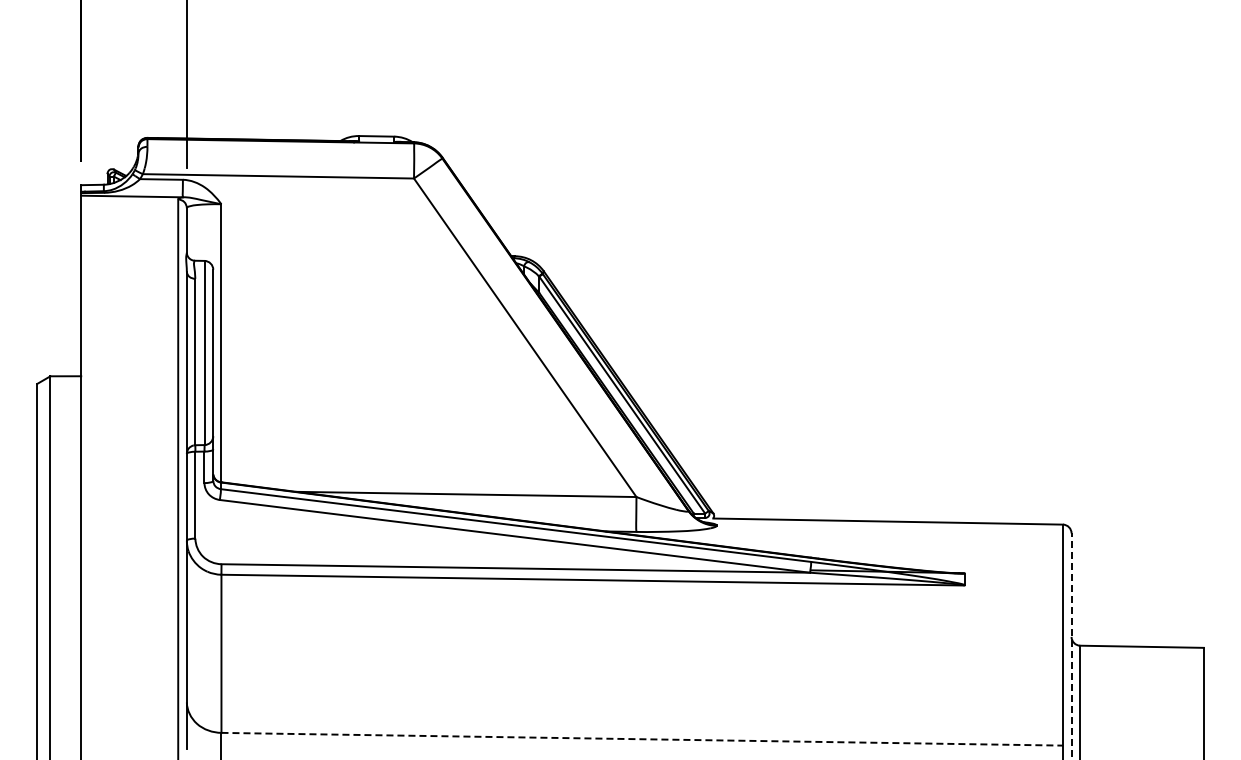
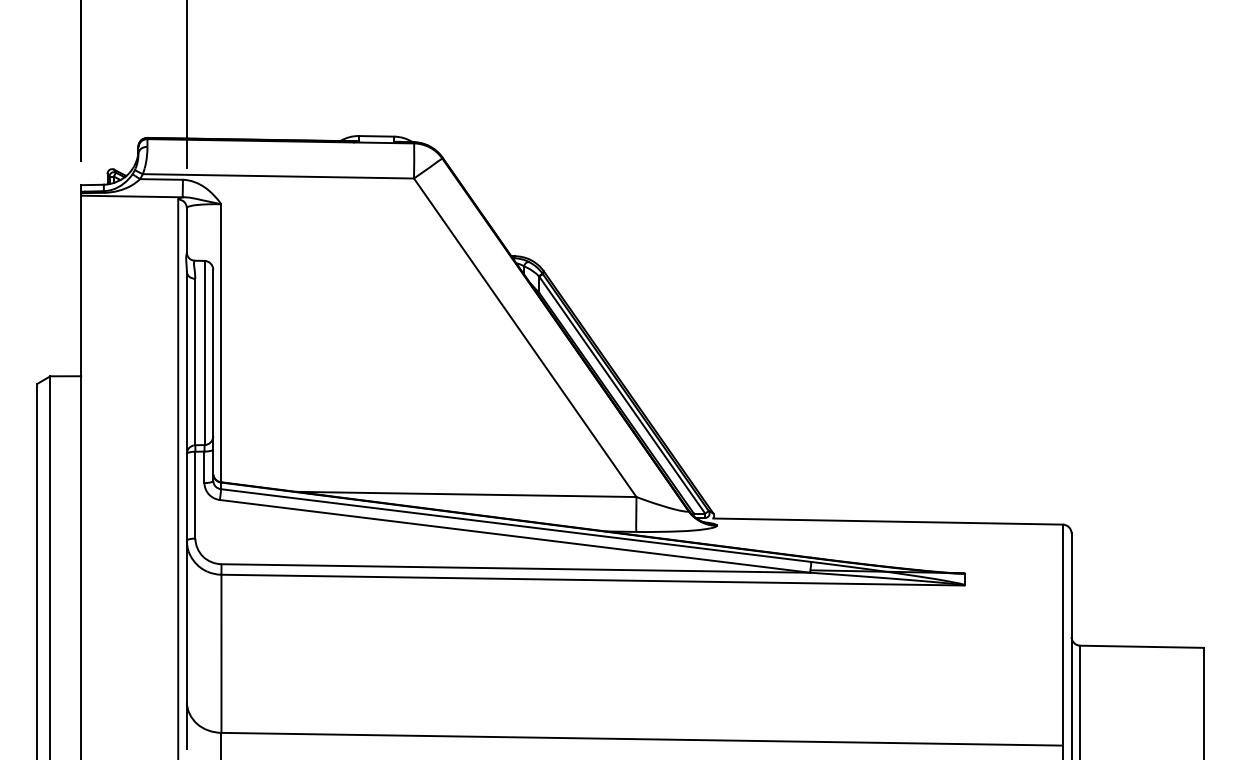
line at (1071, 646): dashed -> solid
line at (642, 739): dashed -> solid
